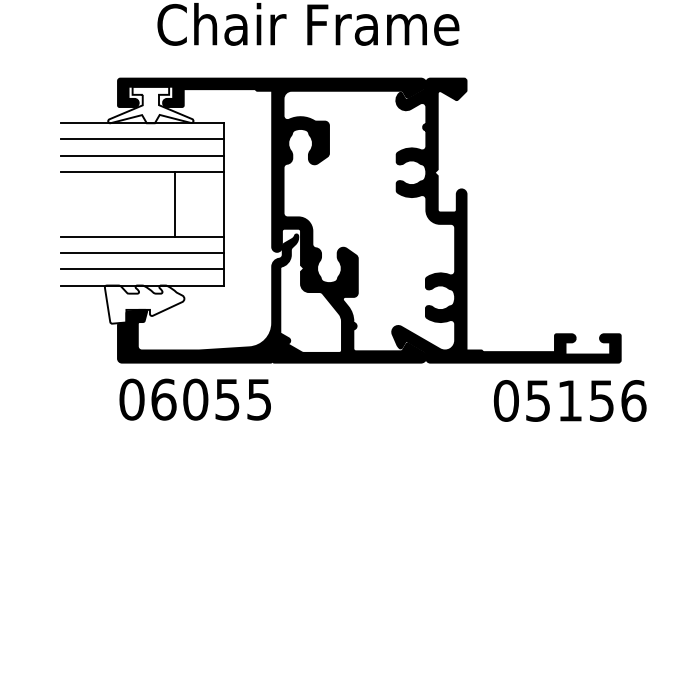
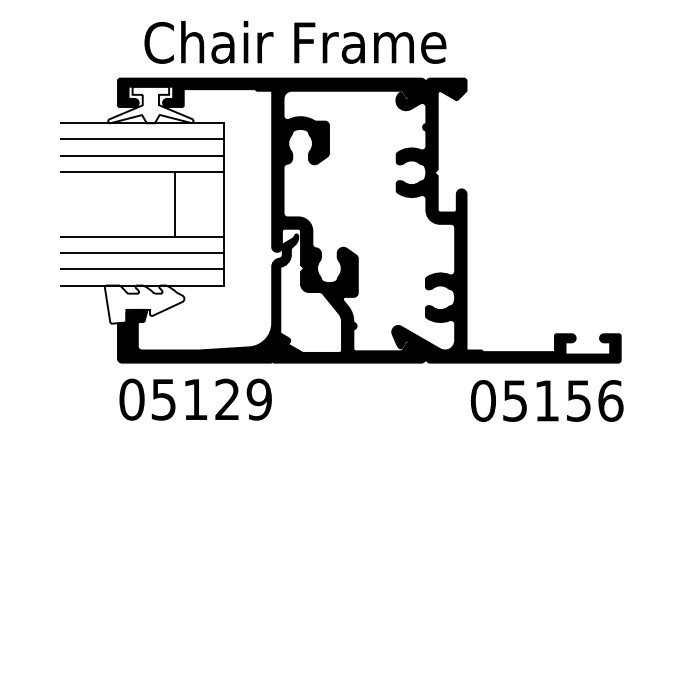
text at (308, 24) position: (308, 24) -> (295, 42)
text at (211, 399): 06055 -> 05129
text at (570, 400) position: (570, 400) -> (547, 400)
